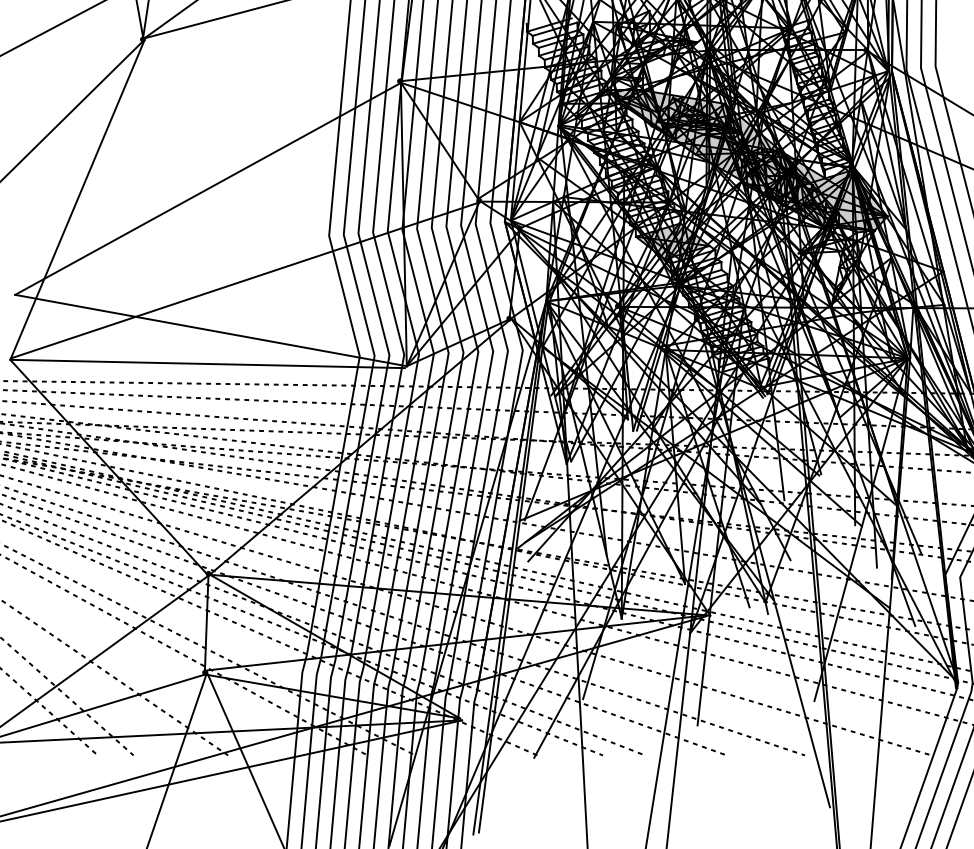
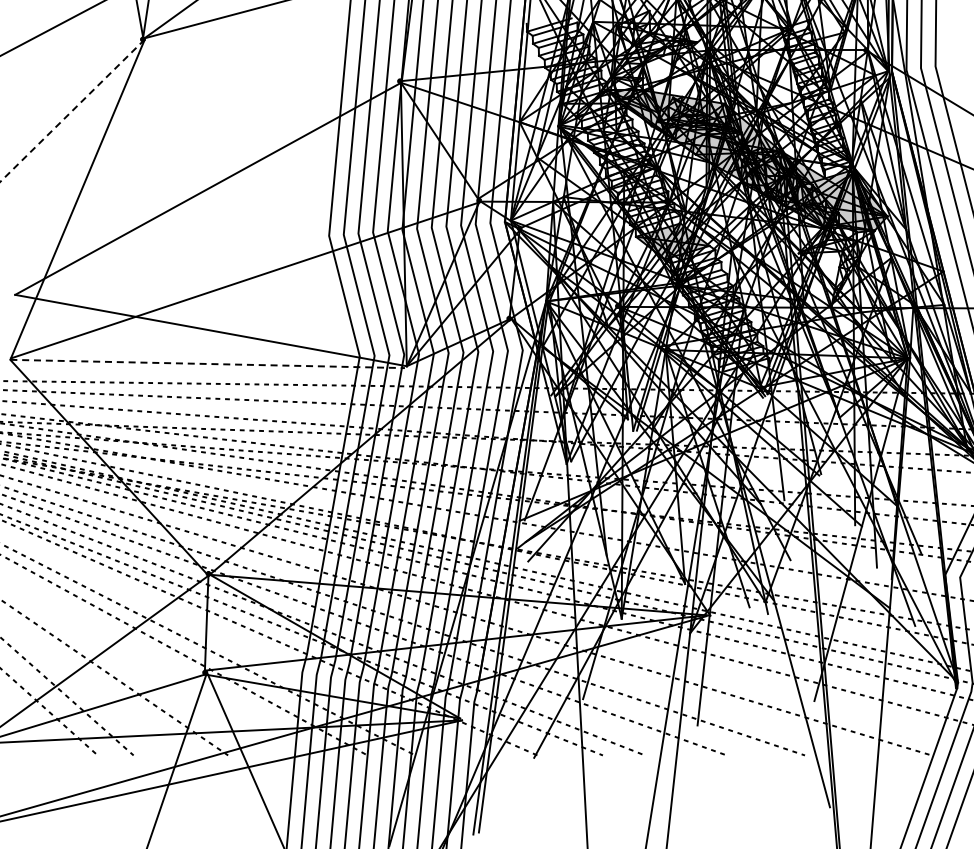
line at (72, 110): solid -> dashed
line at (208, 364): solid -> dashed
